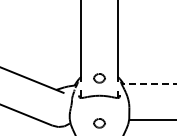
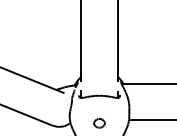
part at (99, 78): present -> none
line at (148, 84): dashed -> solid
